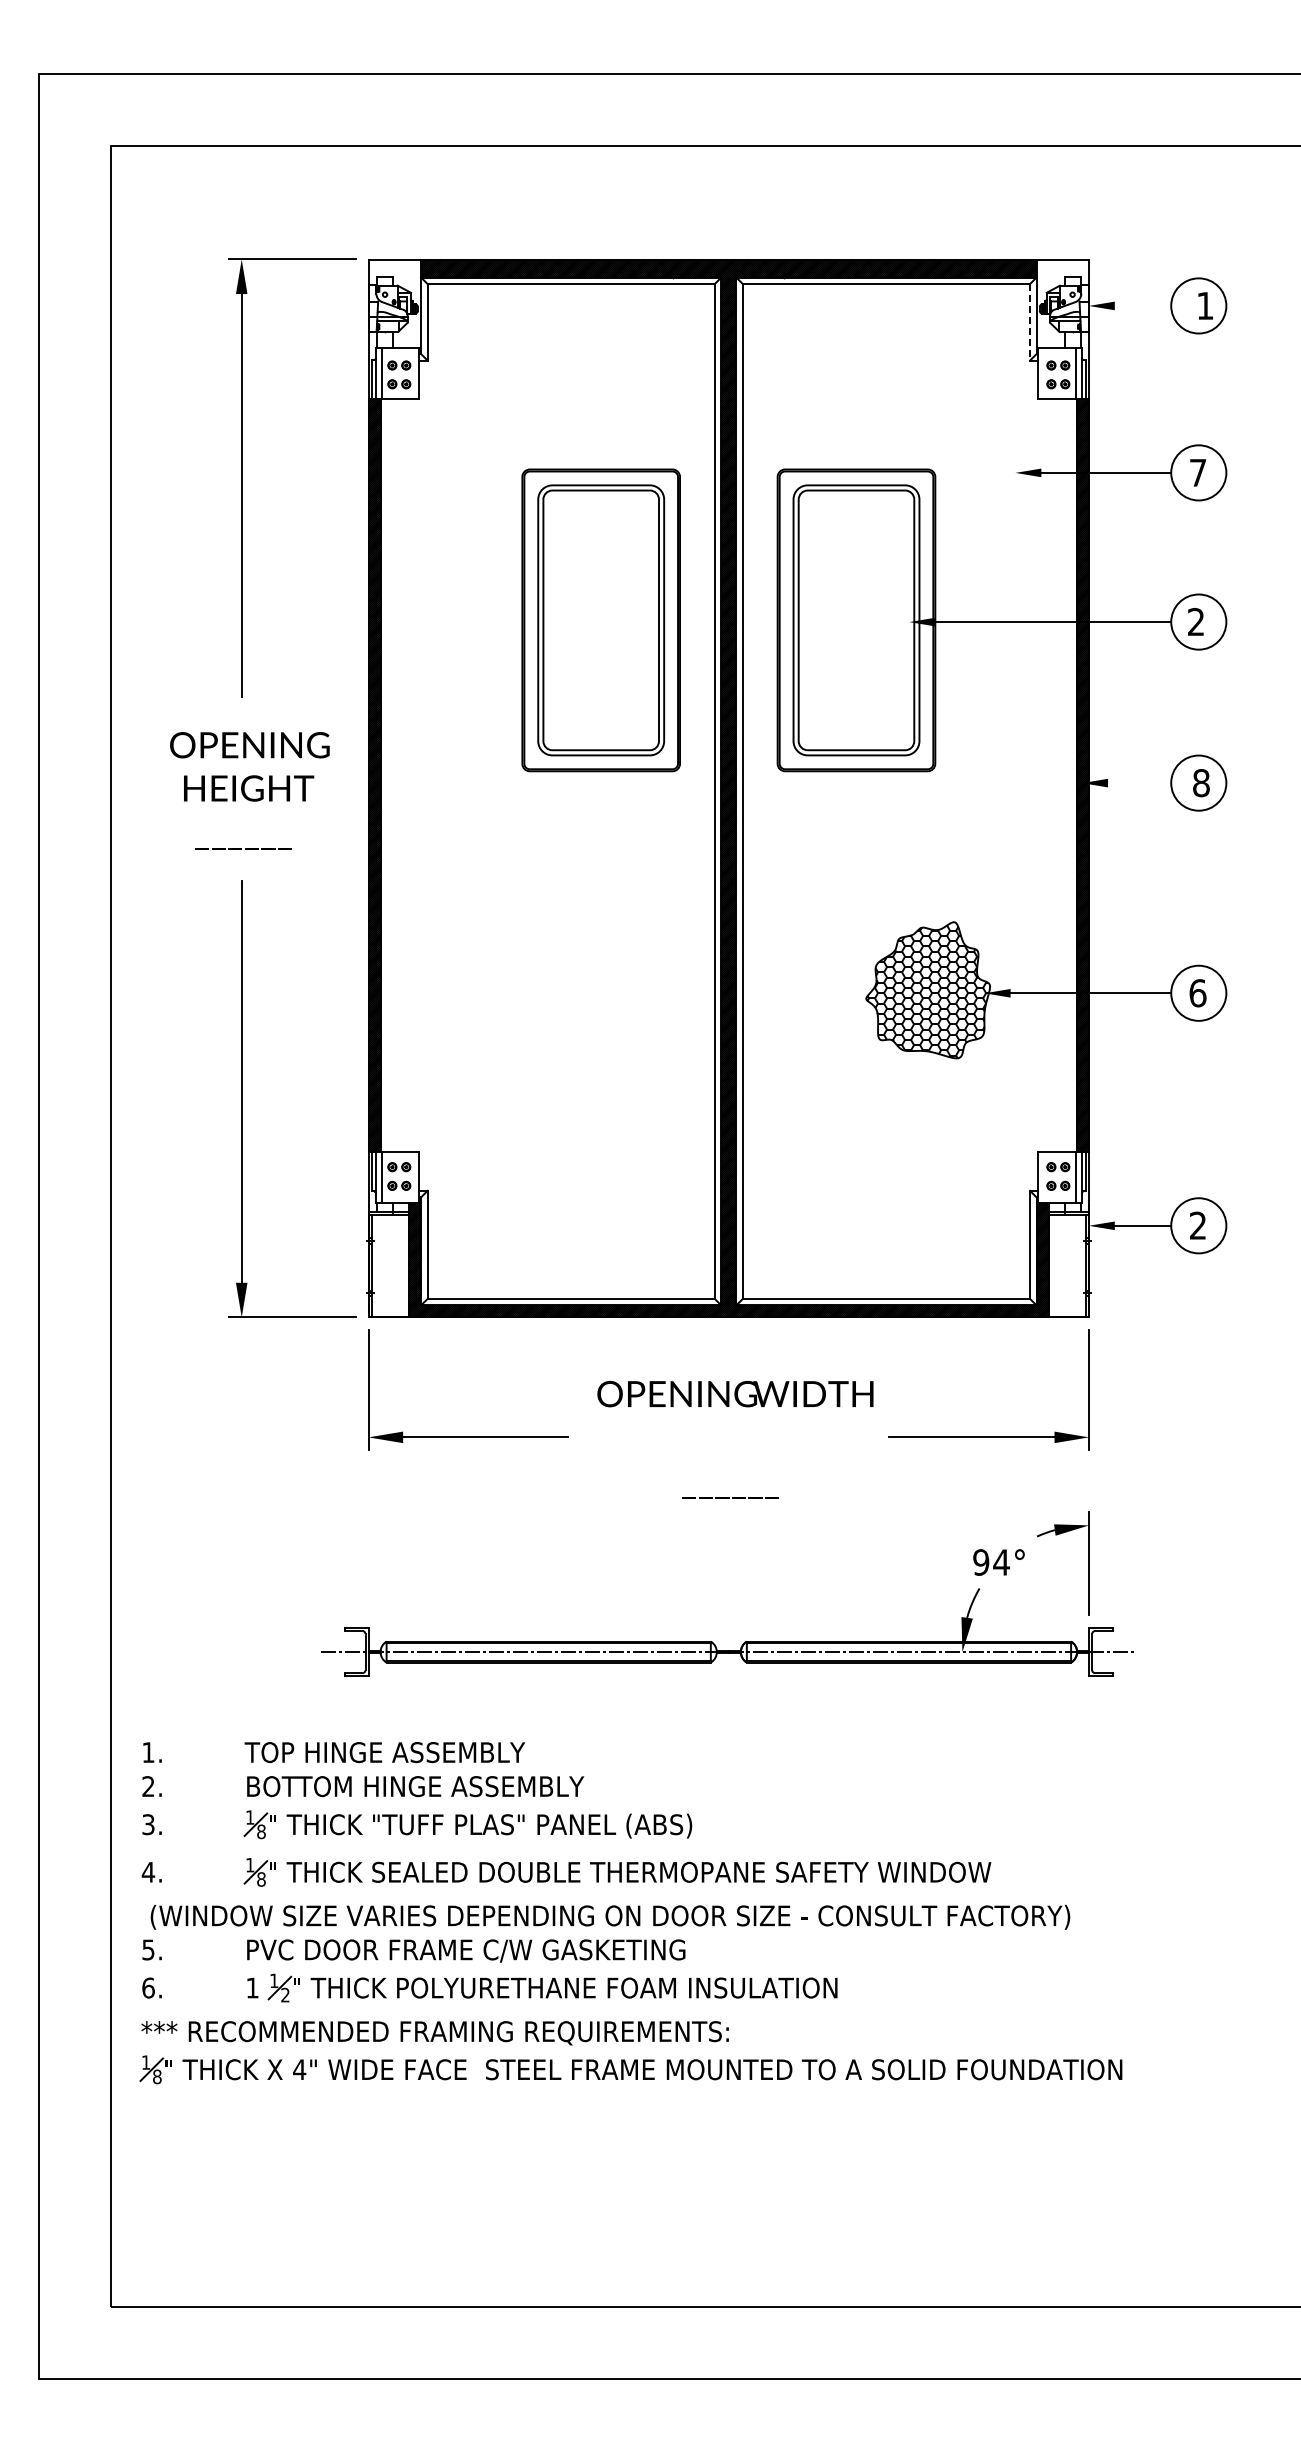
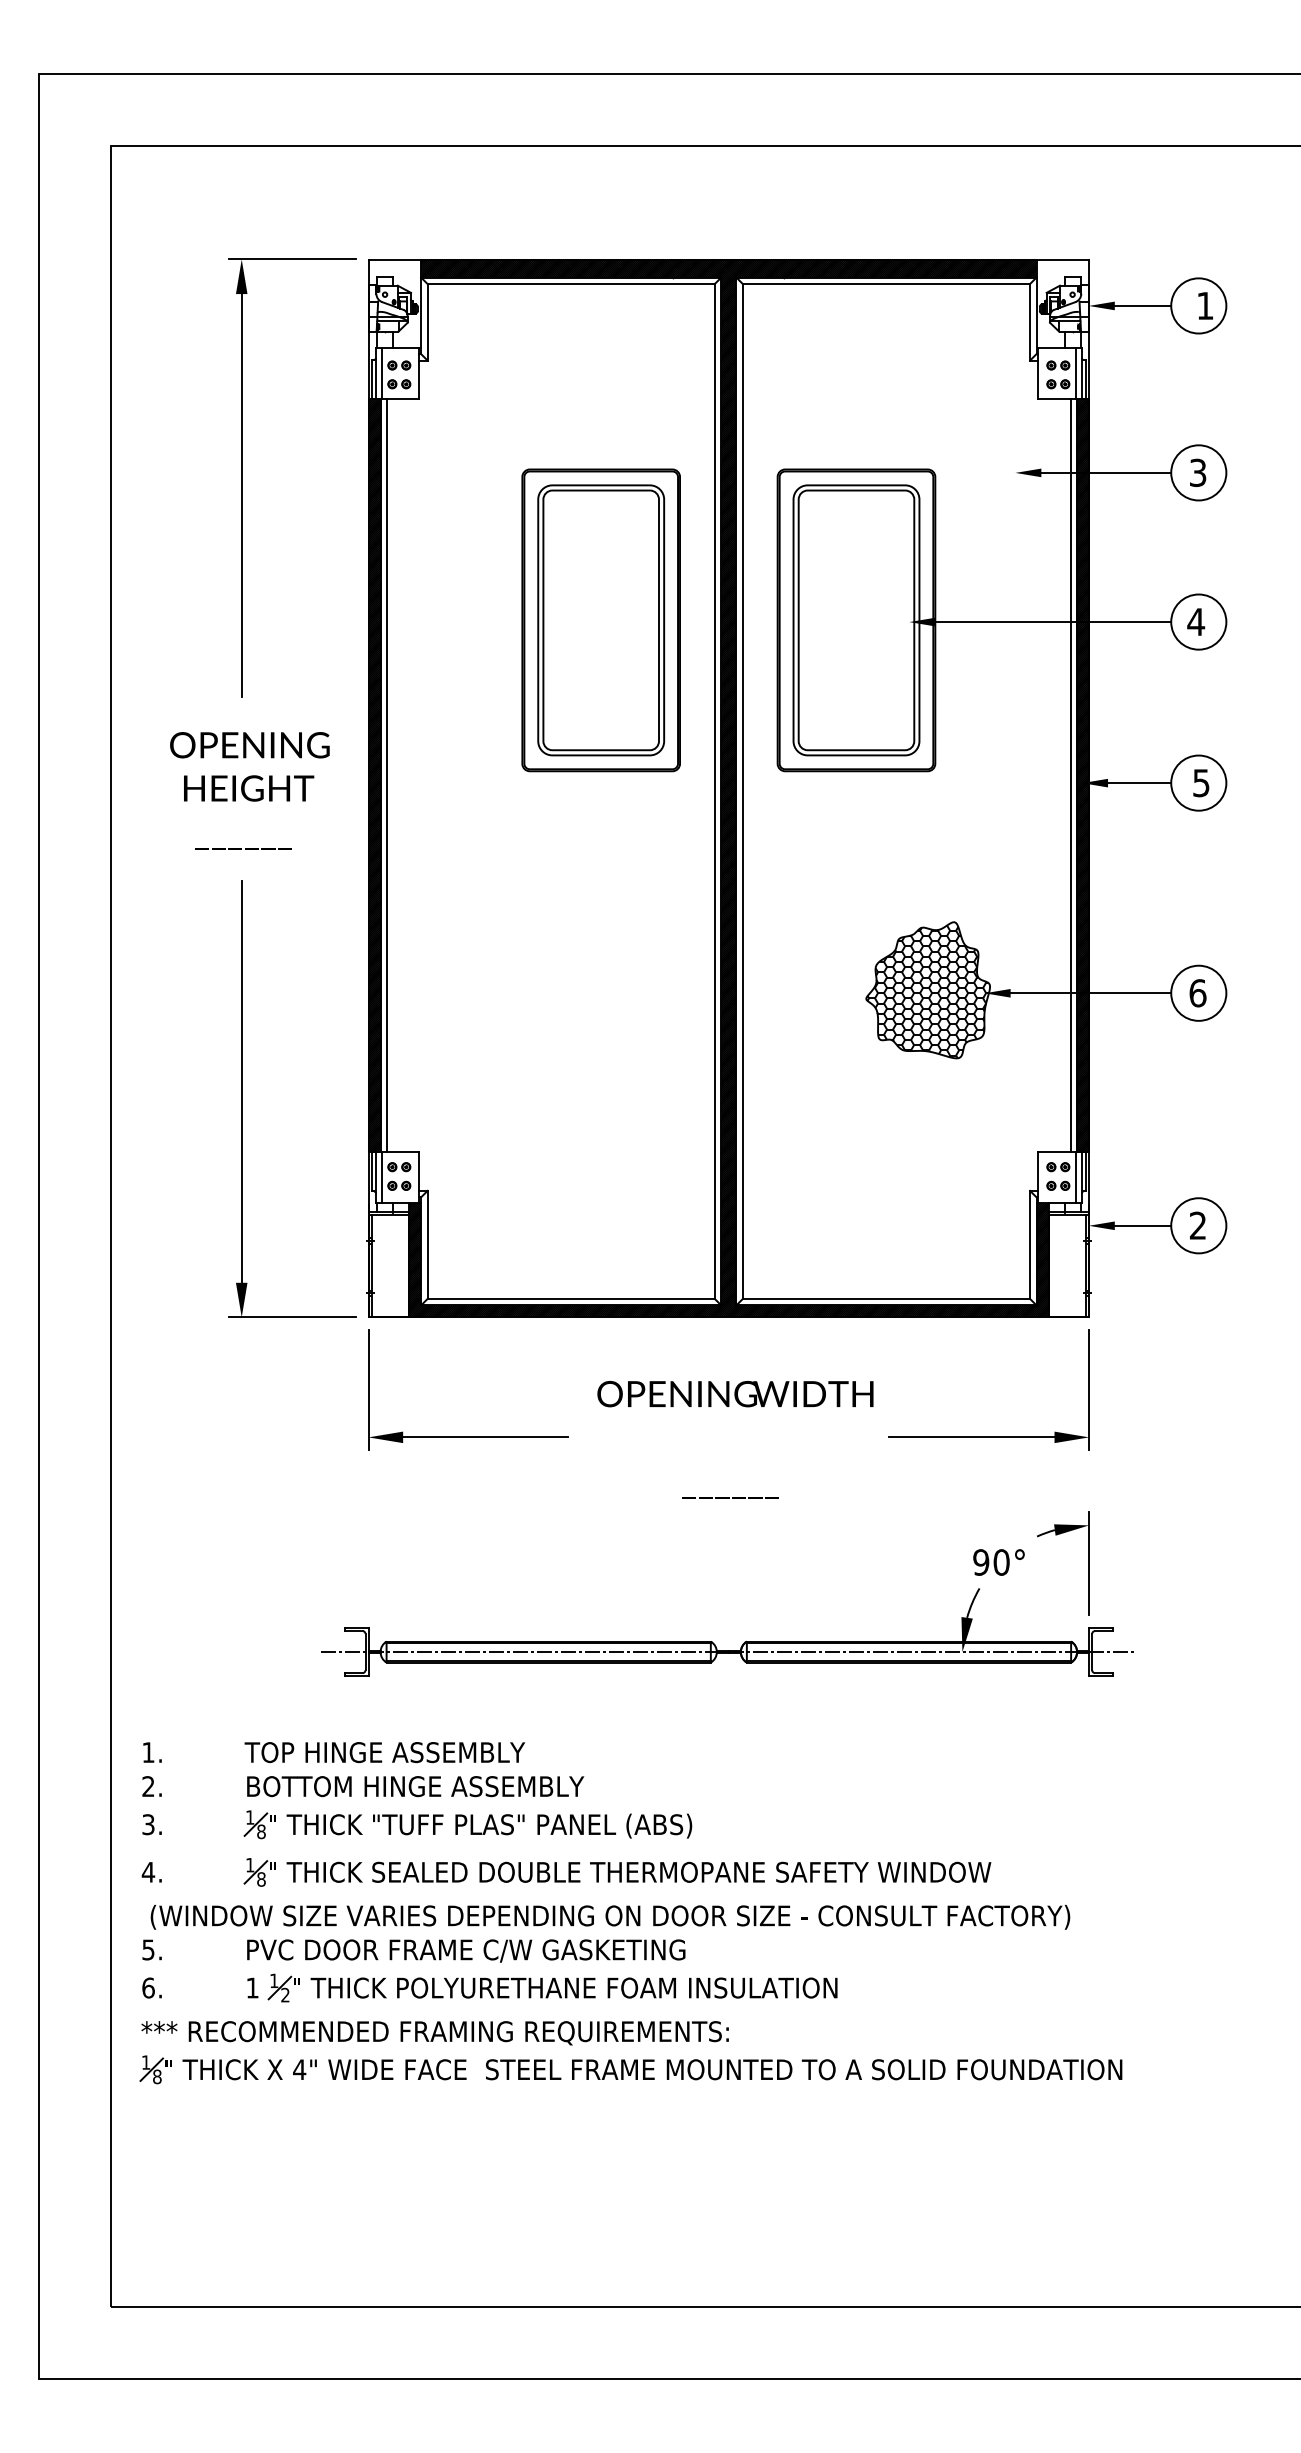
line at (1142, 305): none -> present
line at (1030, 322): dashed -> solid
text at (1198, 472): 7 -> 3
text at (1196, 621): 2 -> 4
line at (387, 775): none -> present
line at (1070, 775): none -> present
line at (1139, 783): none -> present
text at (1201, 783): 8 -> 5
text at (1001, 1562): 94° -> 90°
